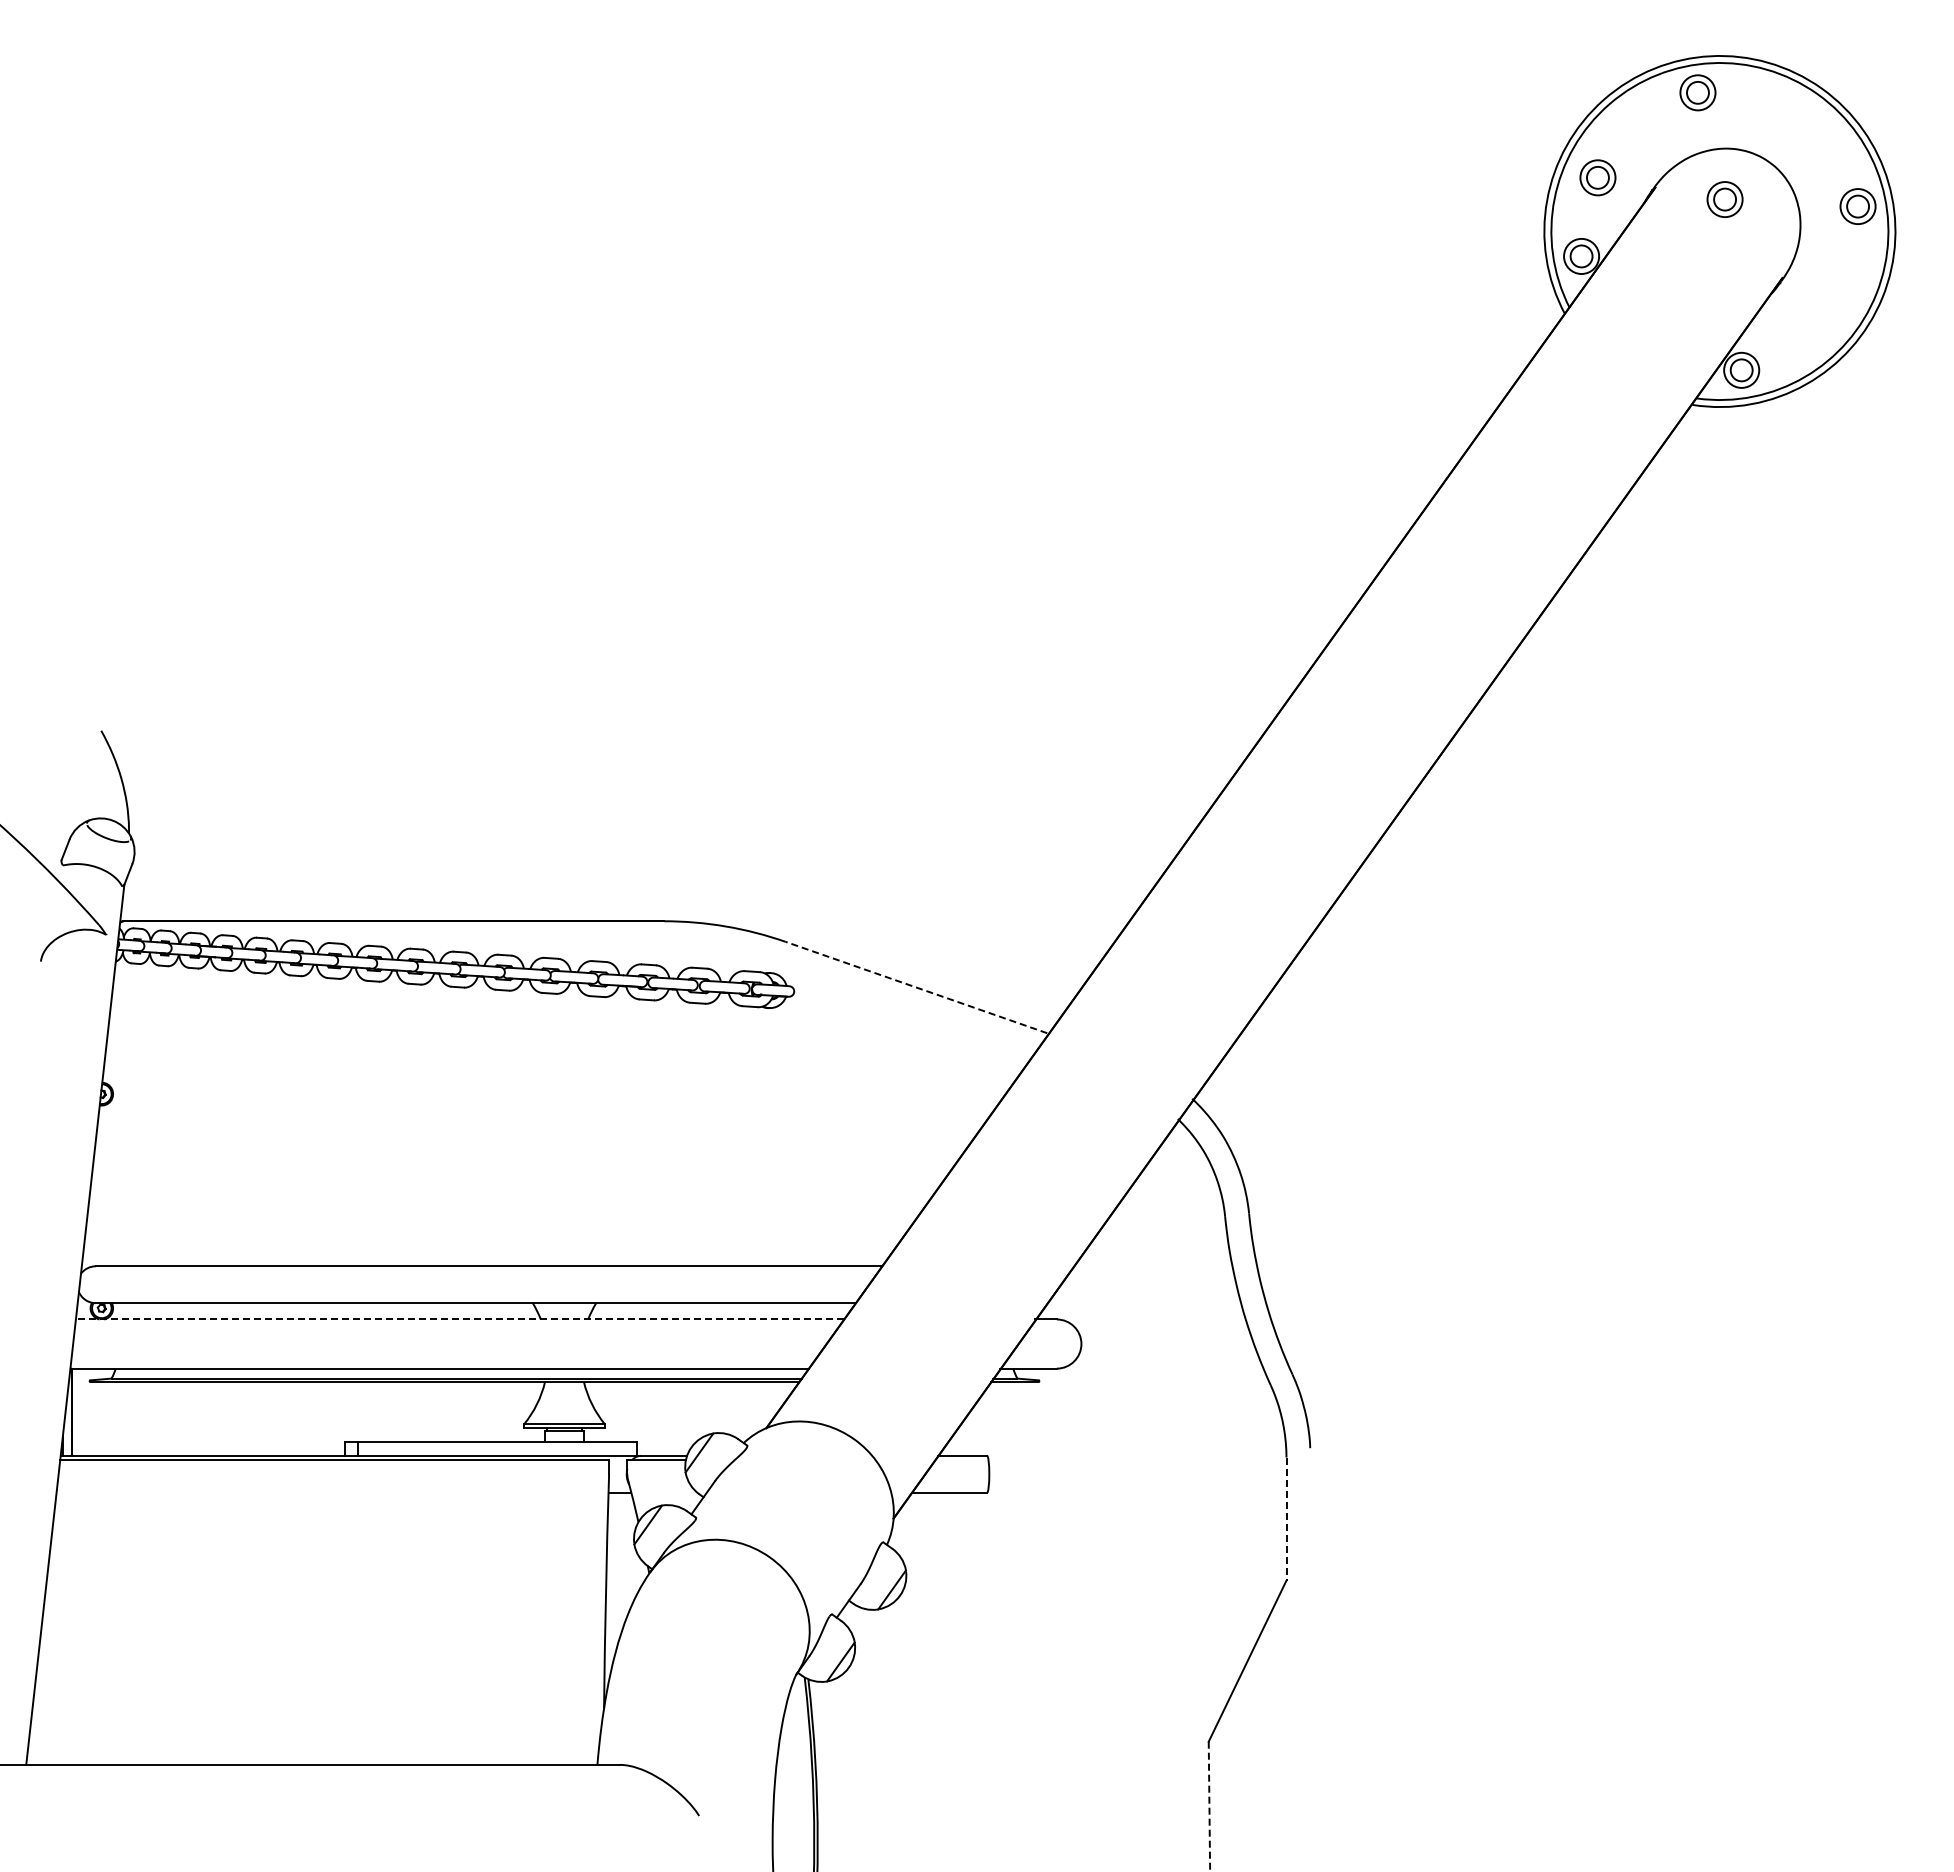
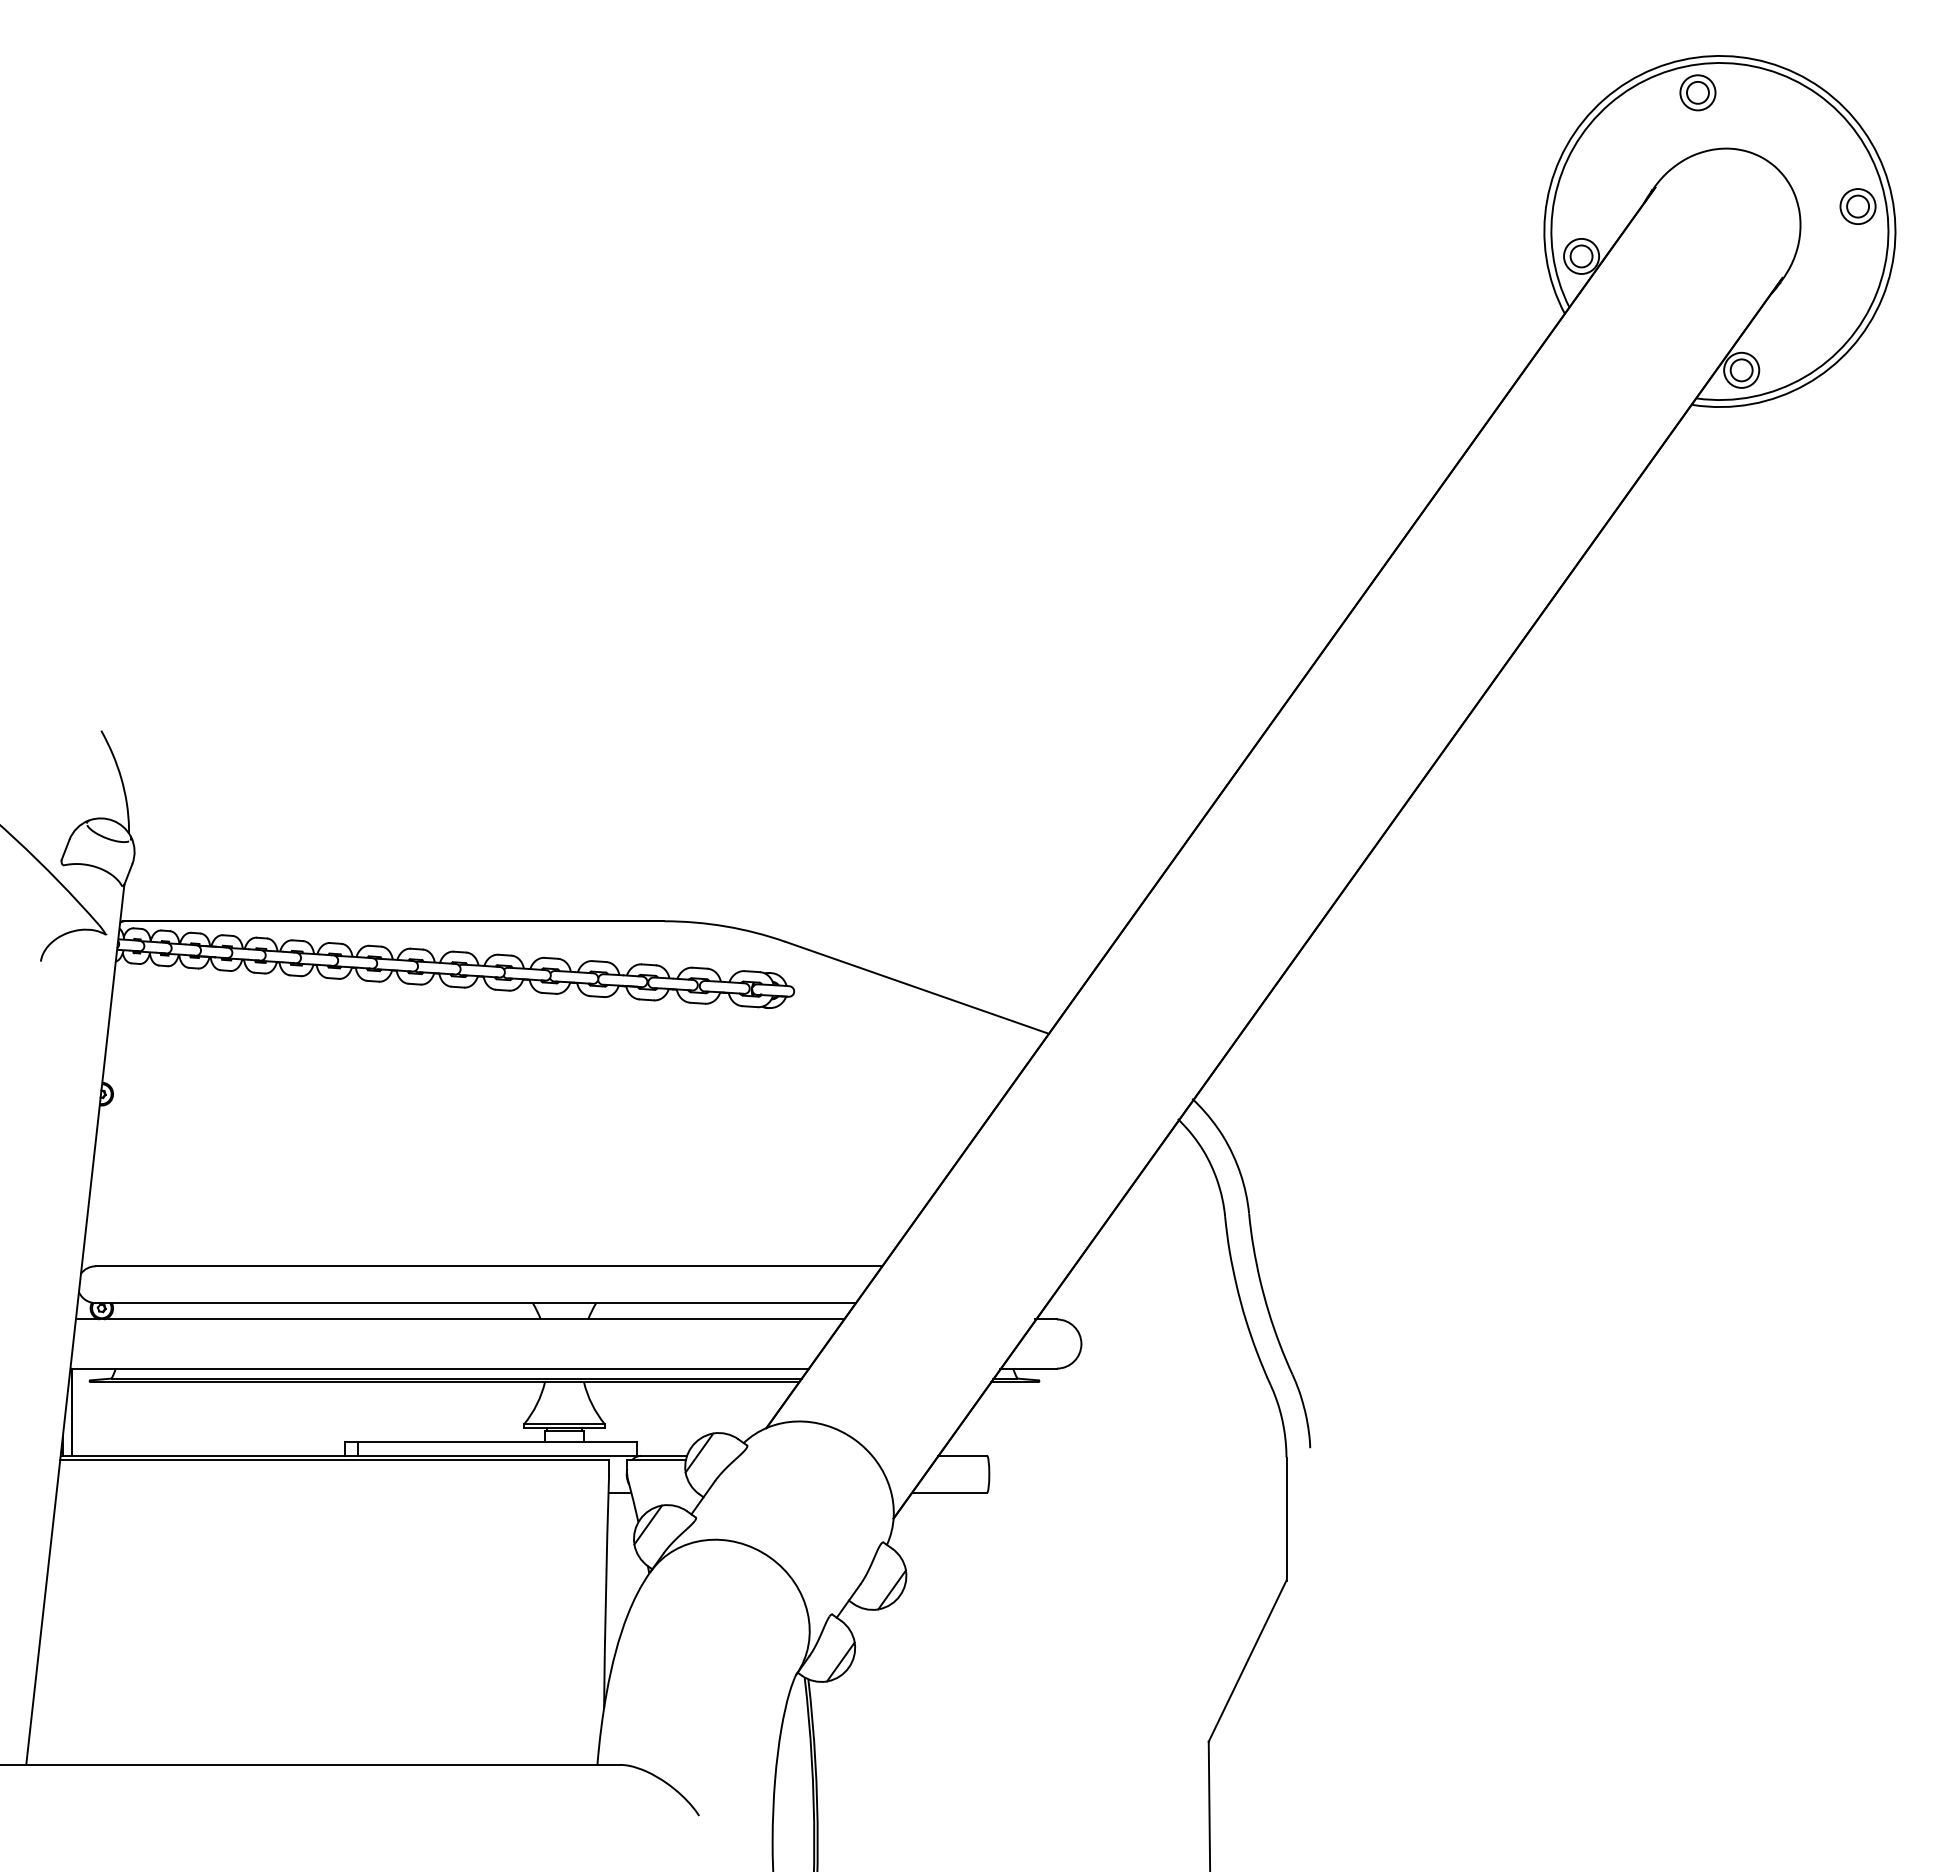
part at (1597, 177): present -> none
part at (1724, 199): present -> none
line at (916, 987): dashed -> solid
line at (459, 1319): dashed -> solid
line at (1286, 1519): dashed -> solid
line at (1209, 1806): dashed -> solid
